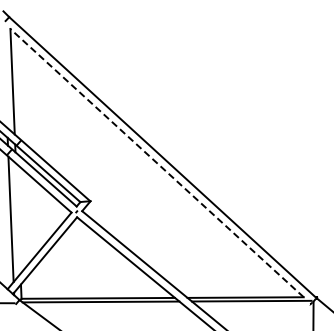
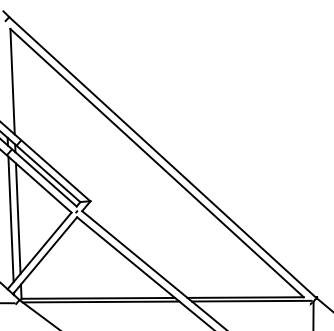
line at (157, 163): dashed -> solid
line at (17, 218): none -> present
